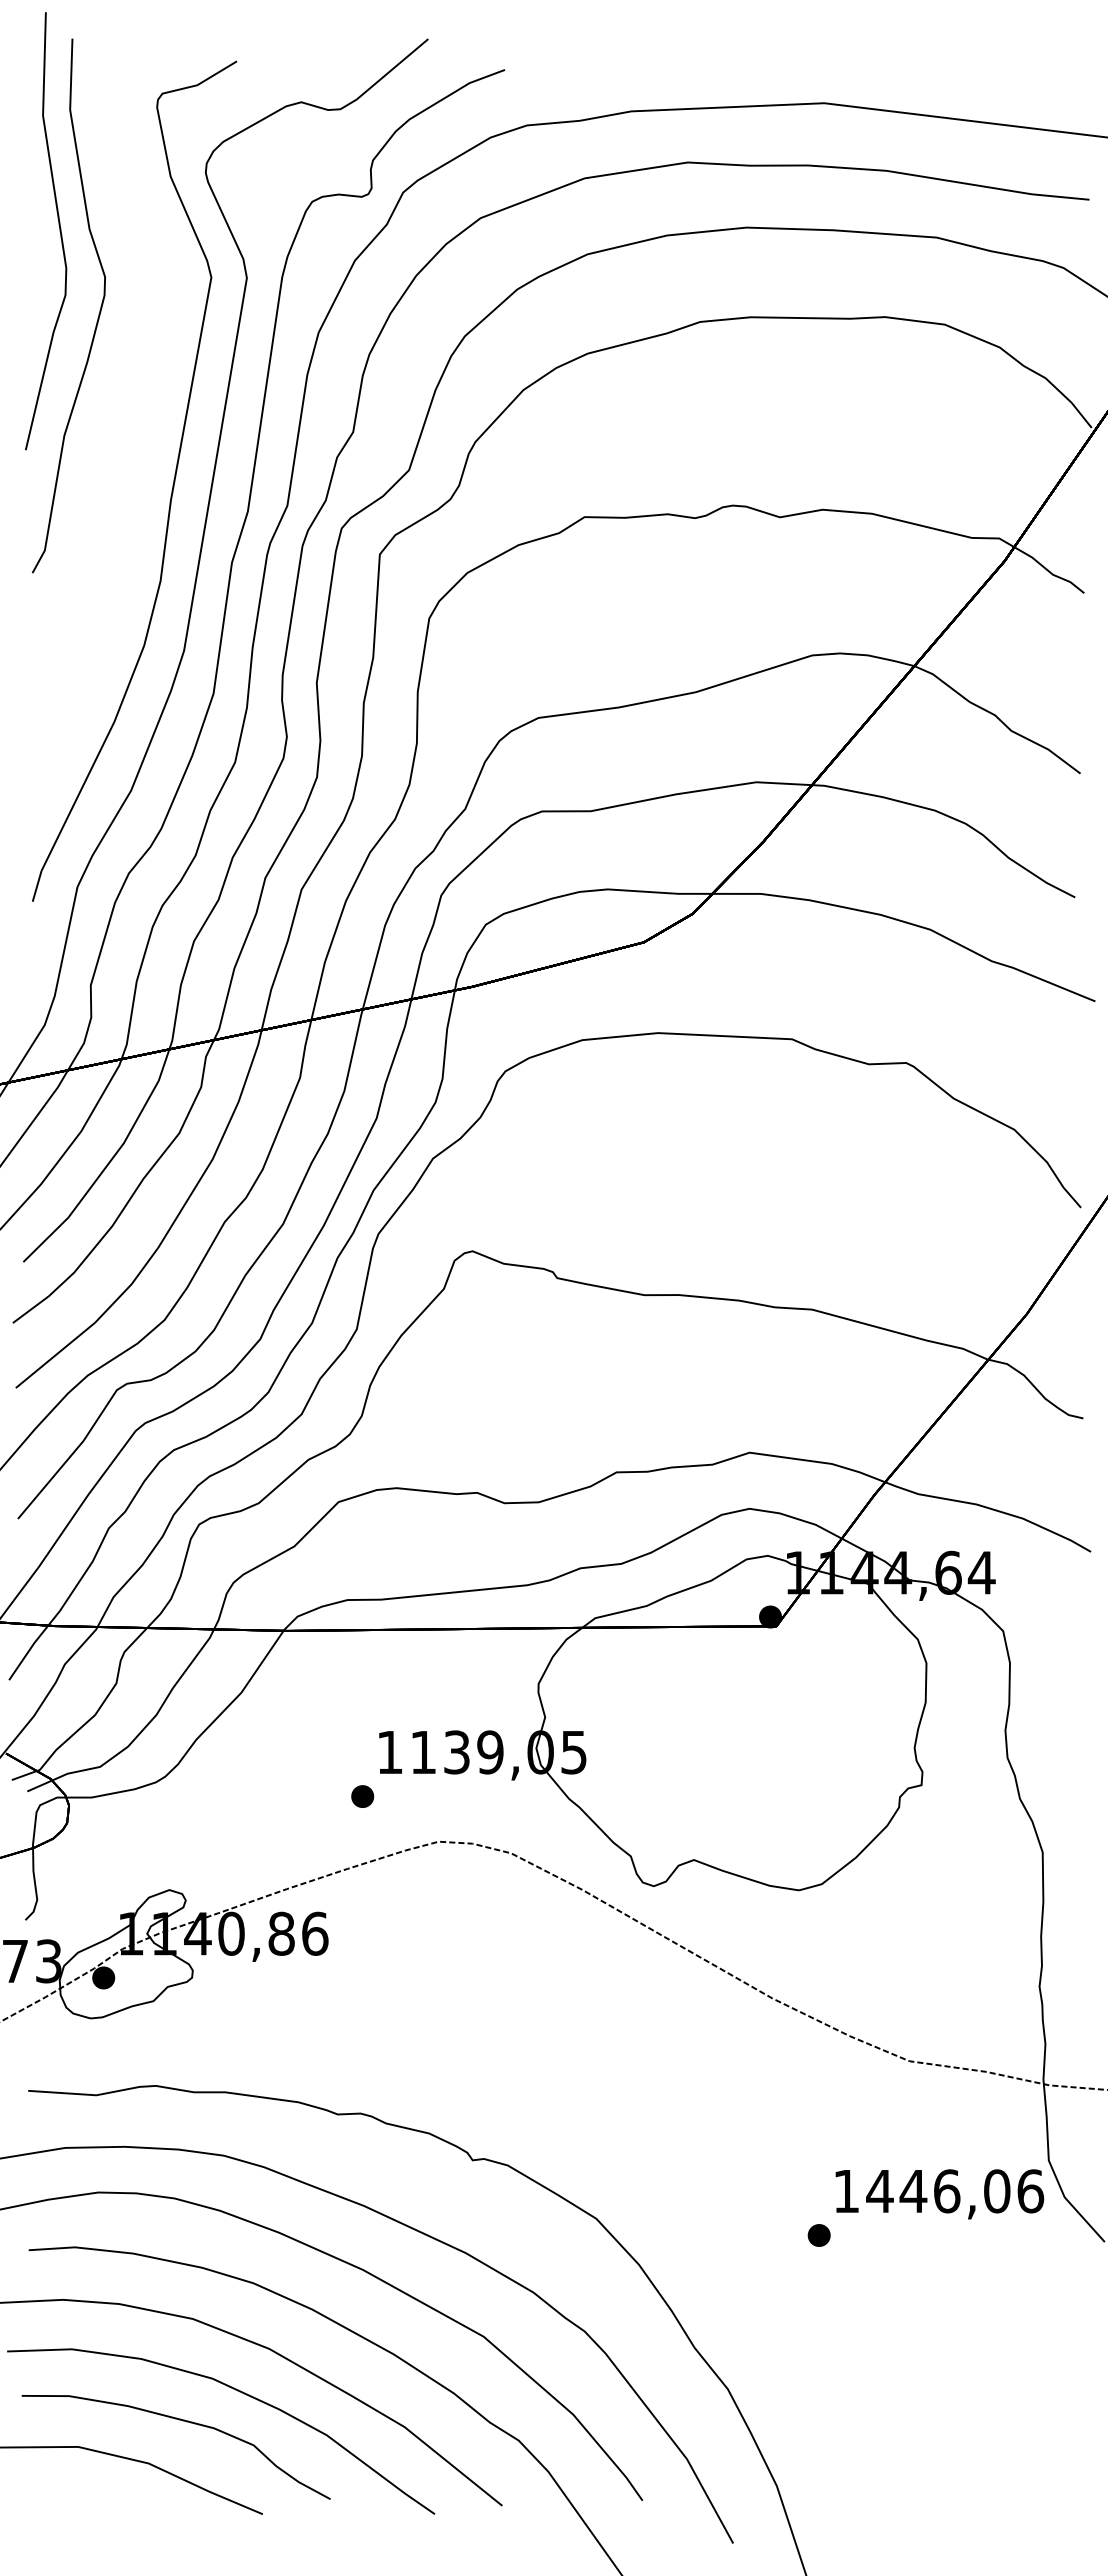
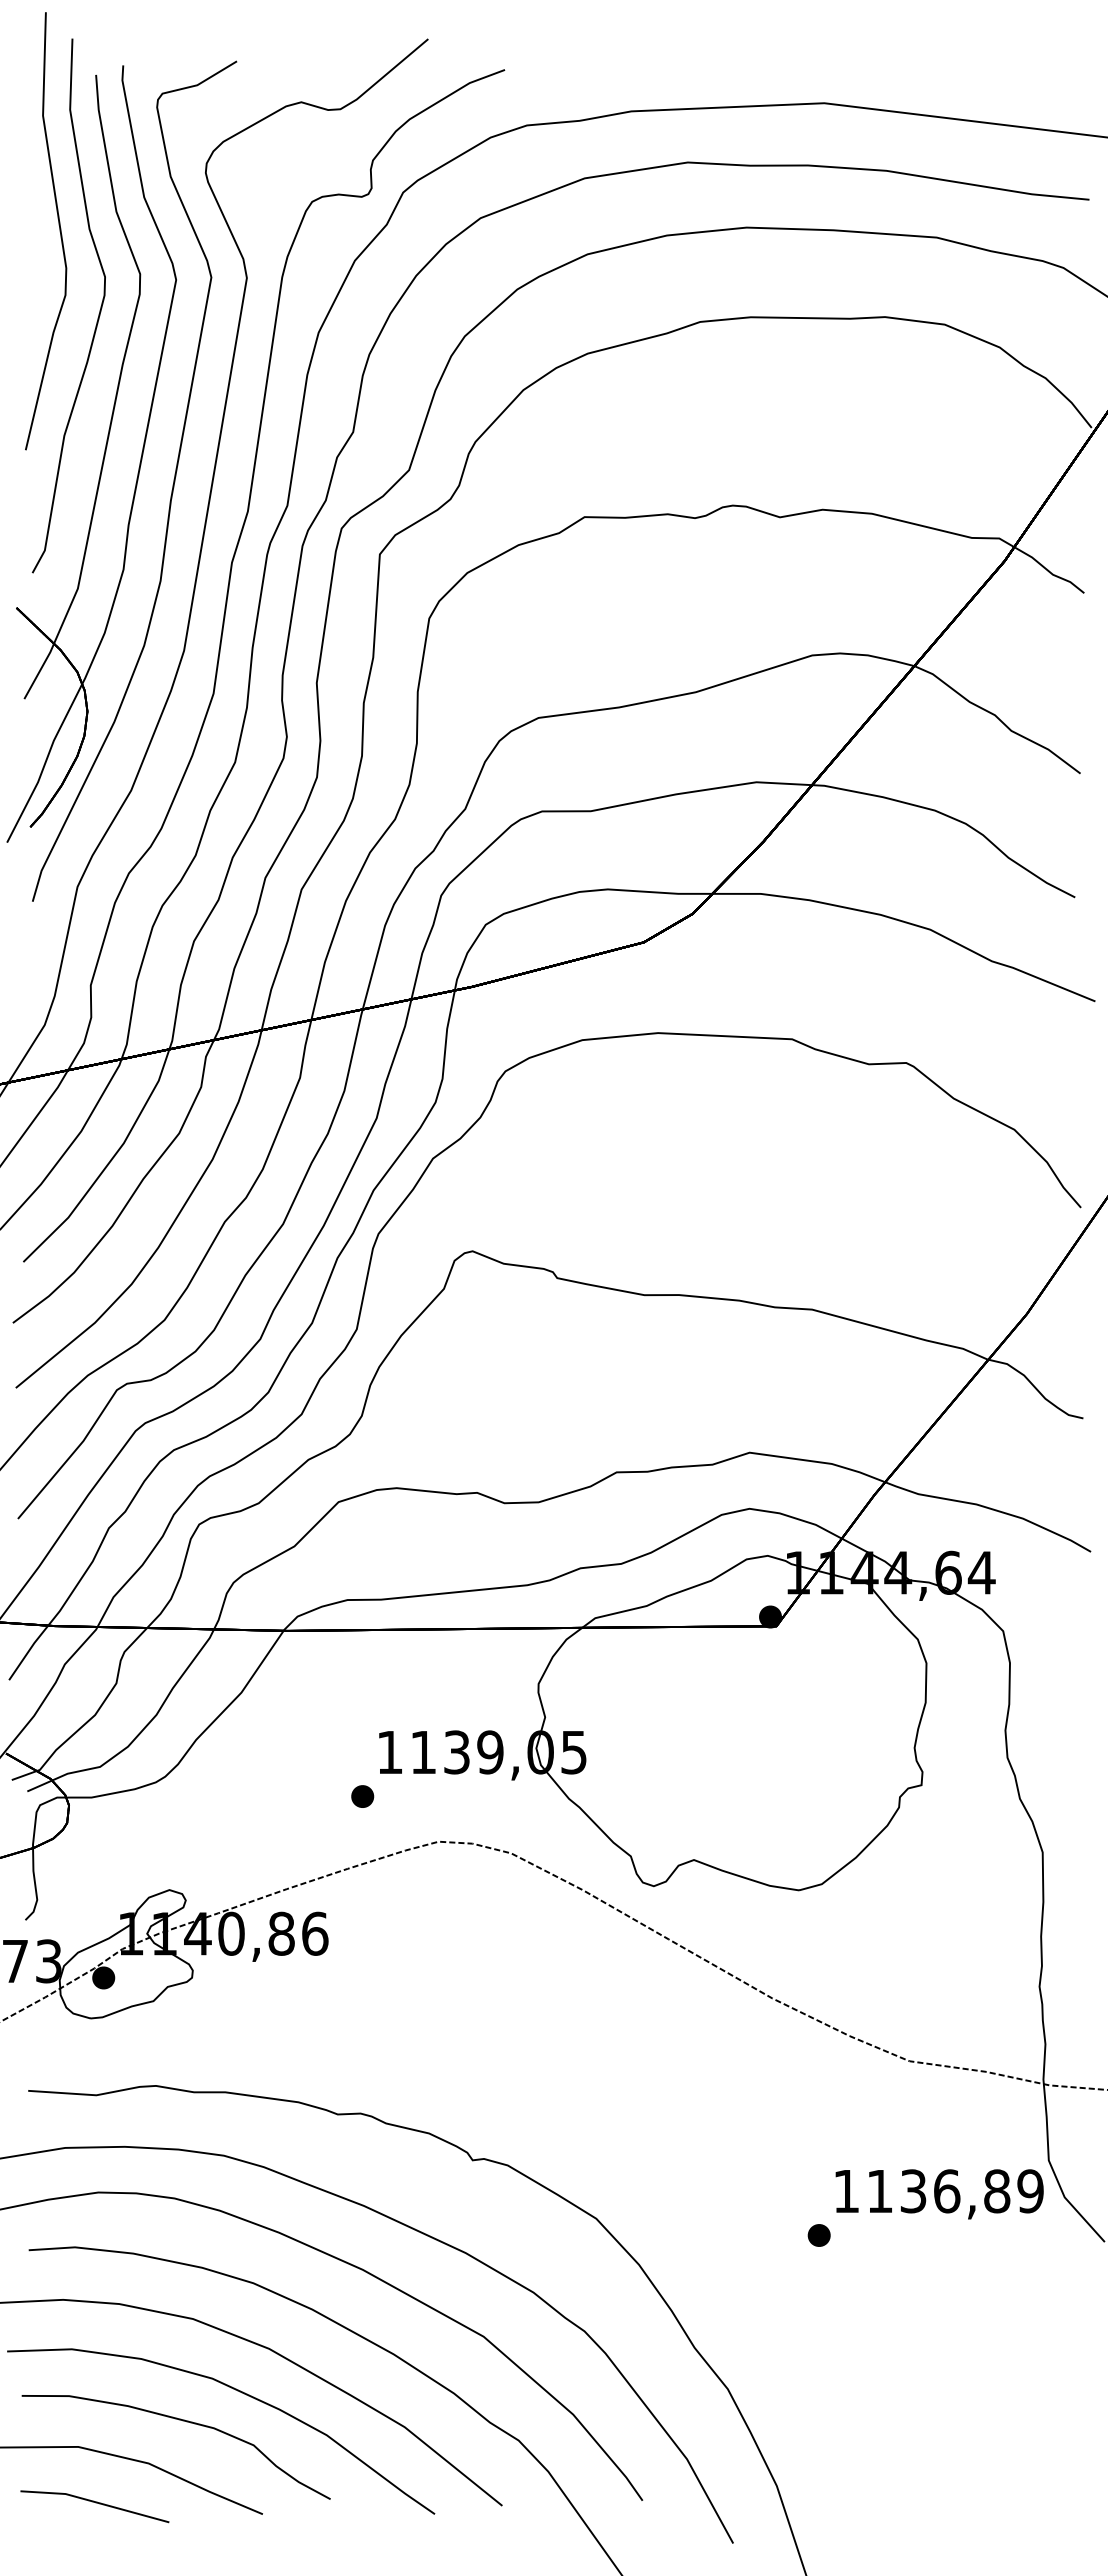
part at (103, 454): none -> present
text at (955, 2191): 1446,06 -> 1136,89
line at (95, 2503): none -> present
